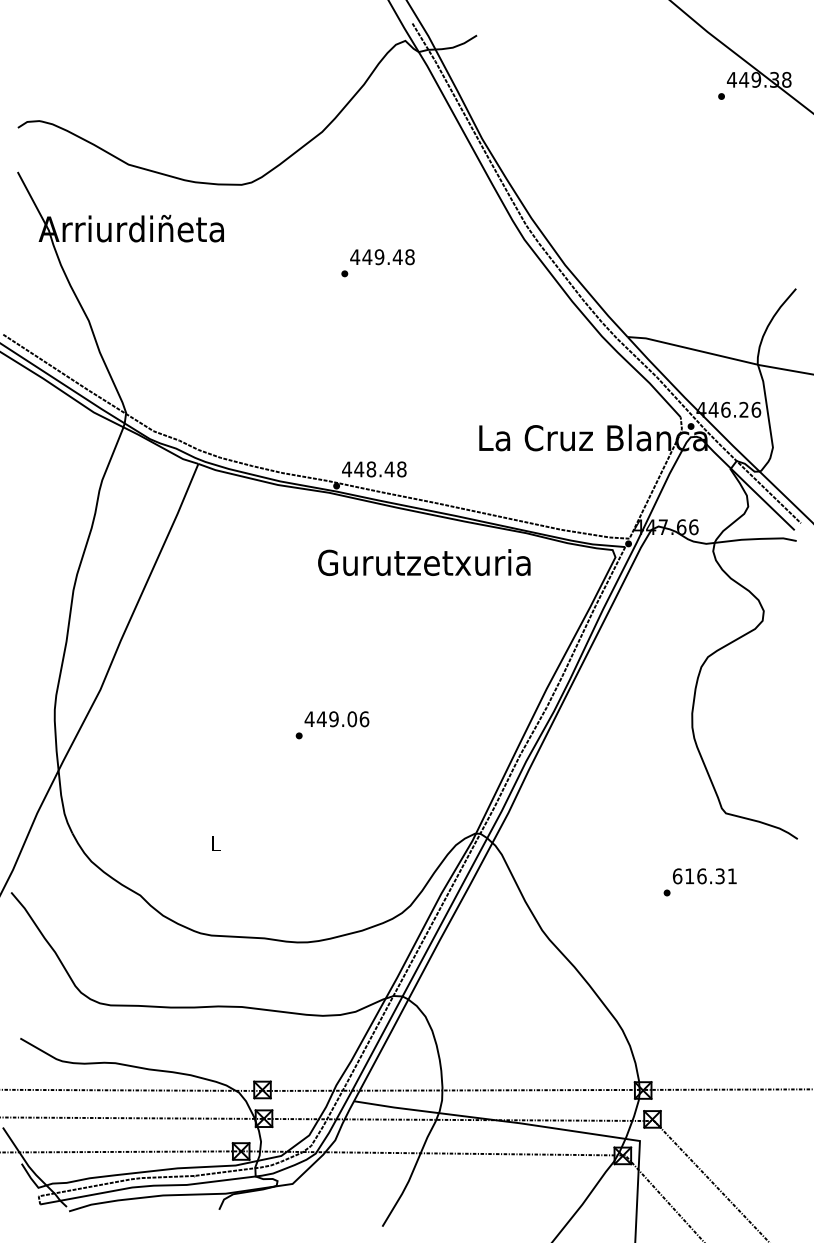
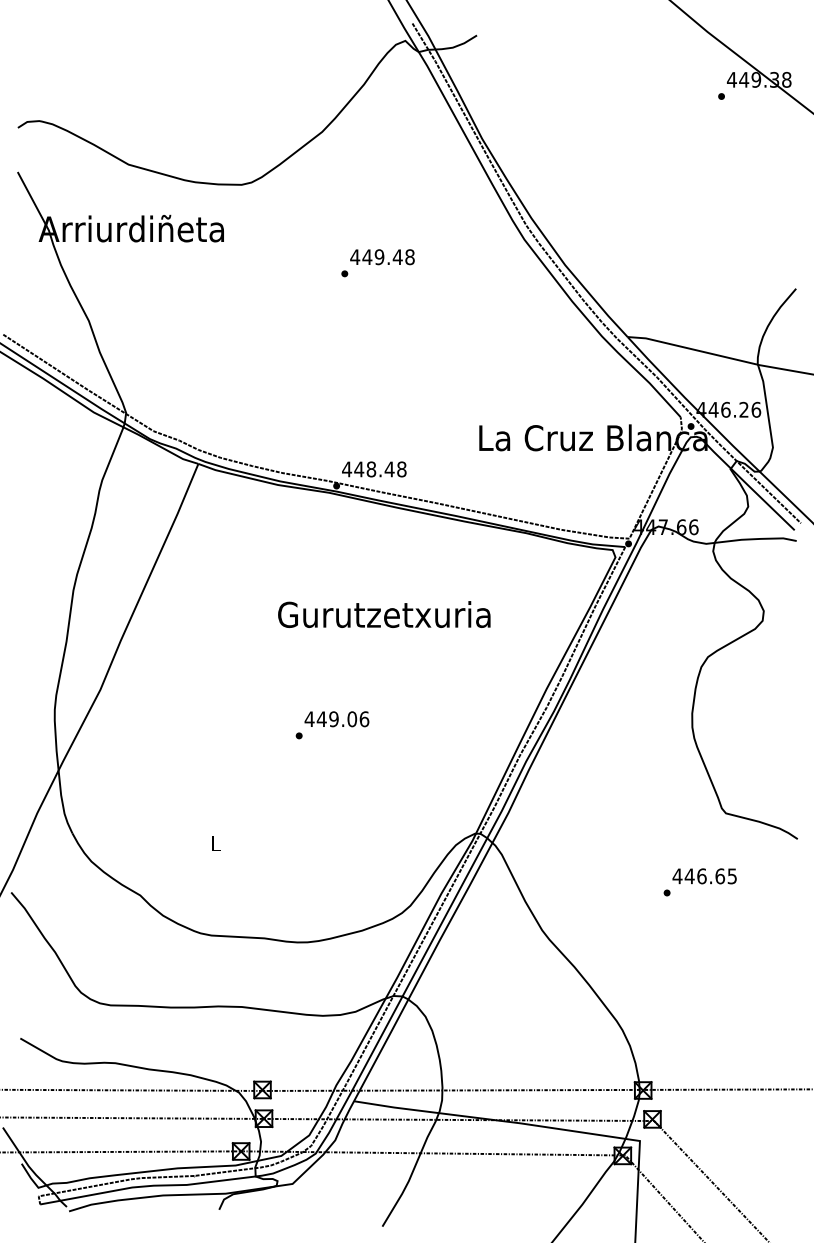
text at (424, 562) position: (424, 562) -> (384, 614)
text at (704, 876): 616.31 -> 446.65
